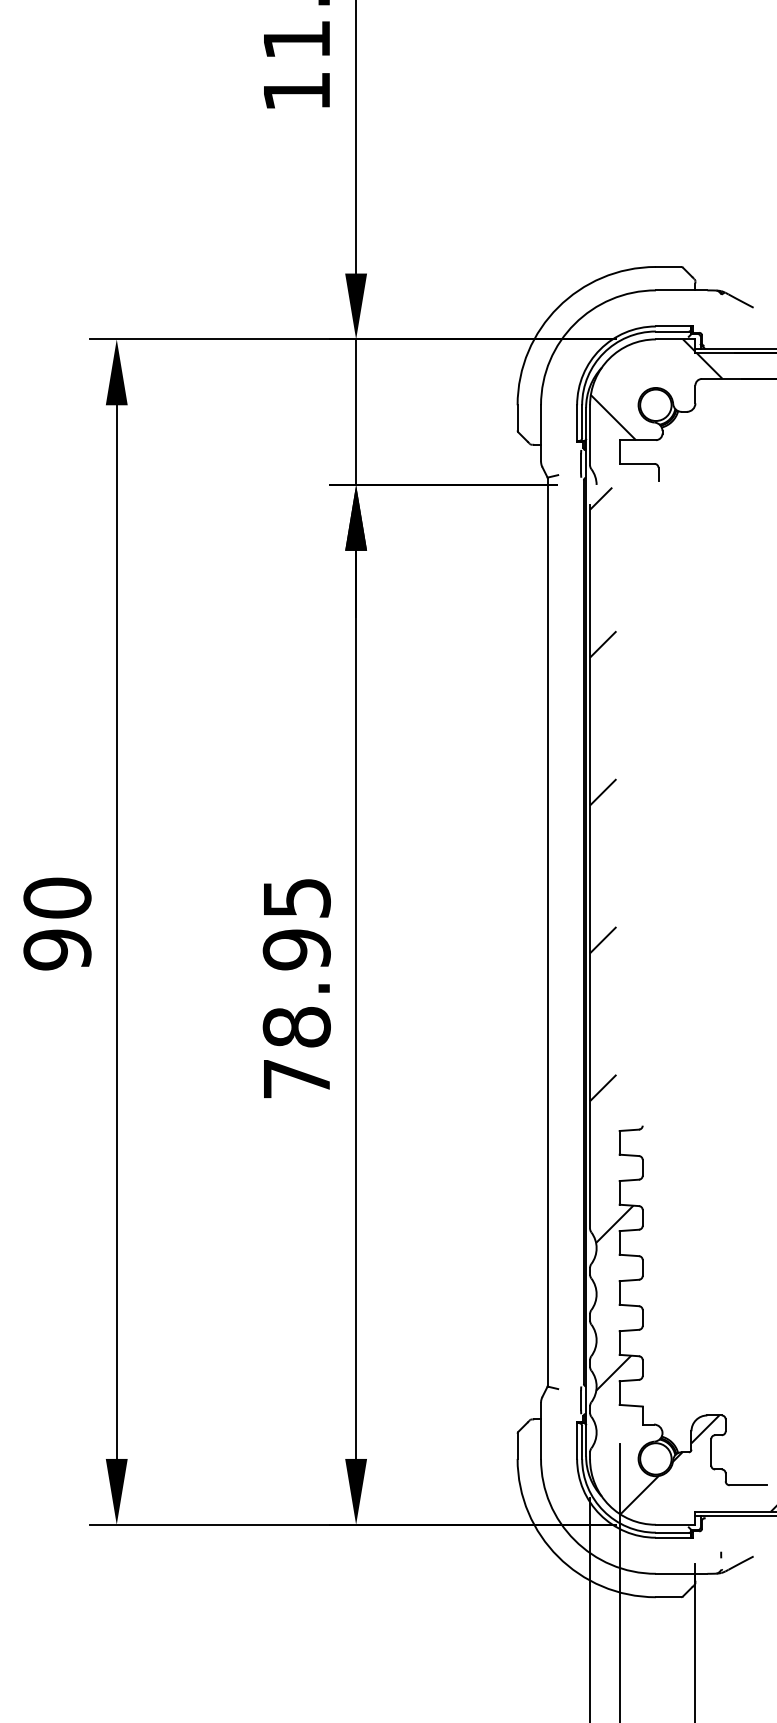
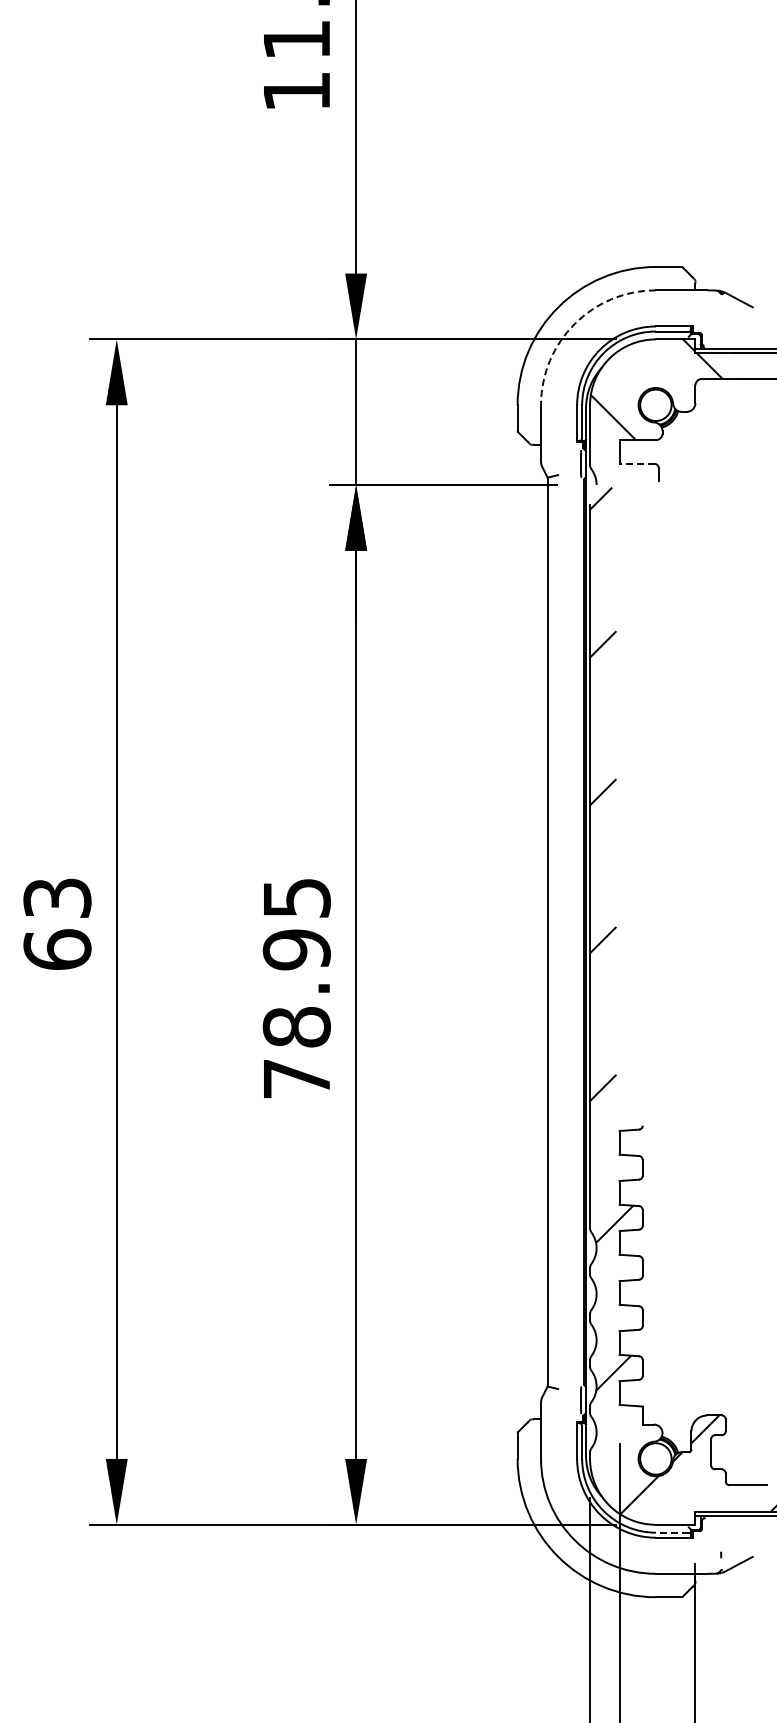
arc at (574, 324): solid -> dashed
line at (636, 463): solid -> dashed
text at (57, 923): 90 -> 63
line at (671, 1532): solid -> dashed
